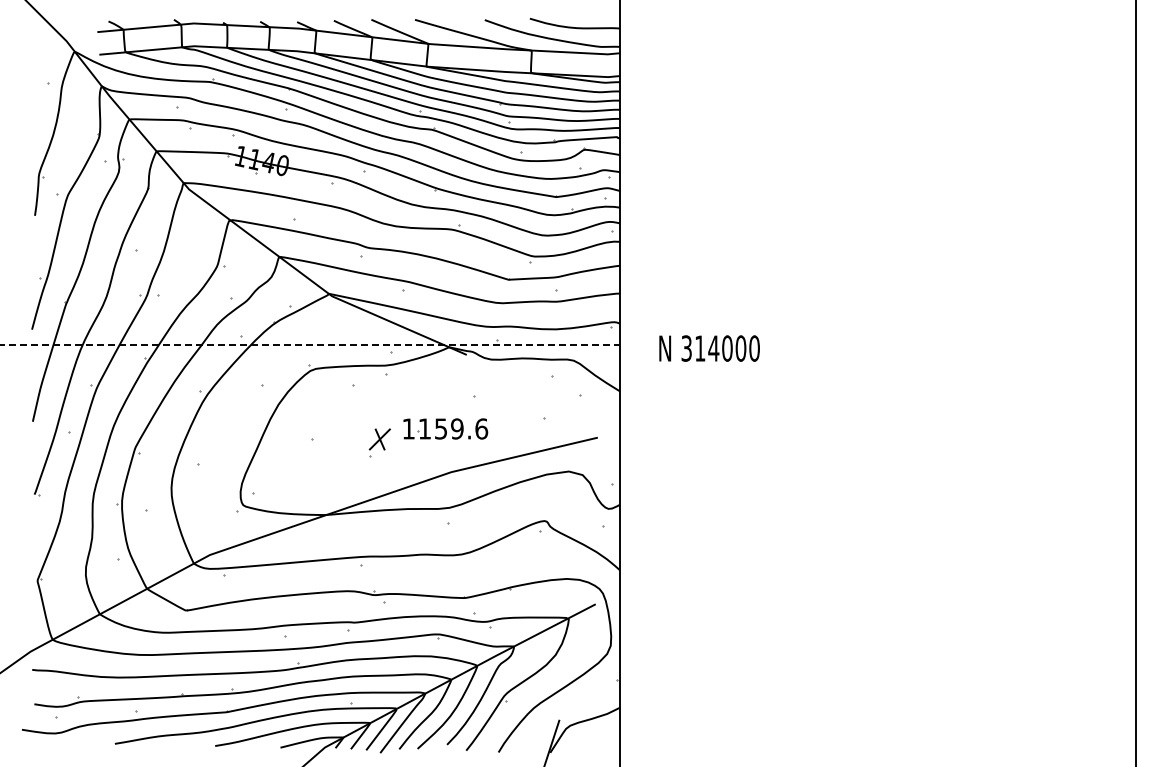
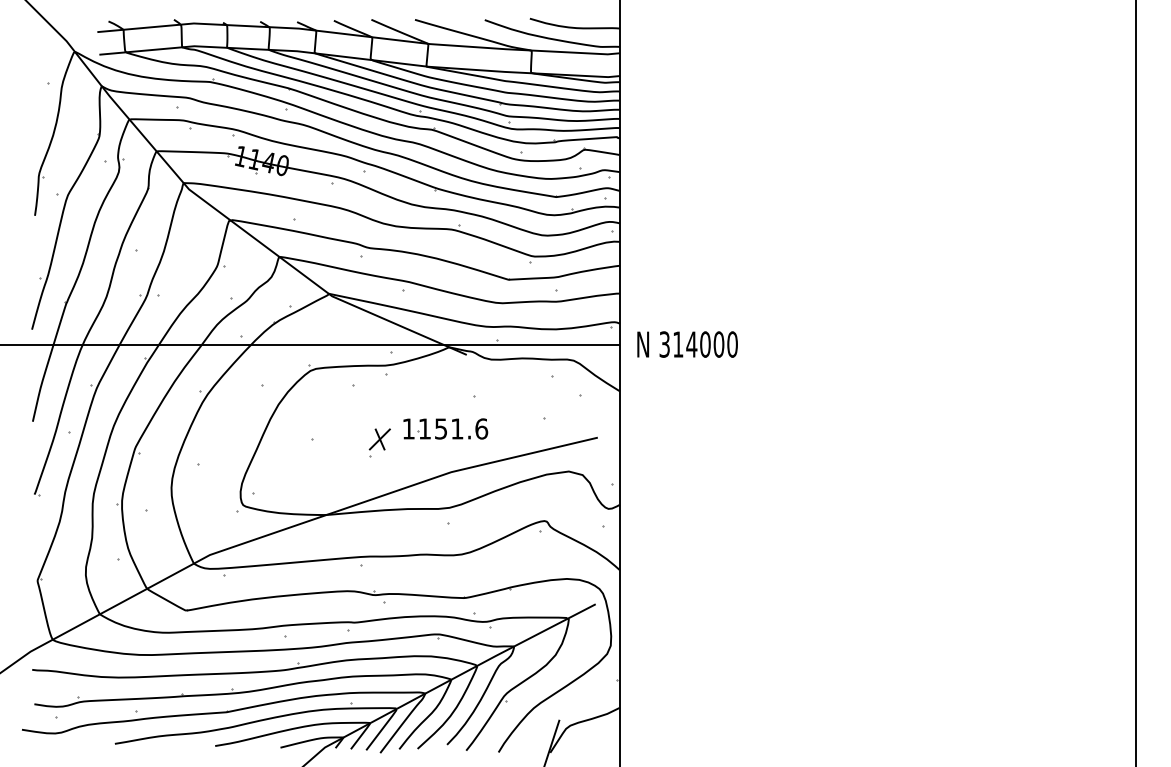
line at (310, 344): dashed -> solid
text at (709, 348) position: (709, 348) -> (687, 344)
text at (457, 428): 1159.6 -> 1151.6
